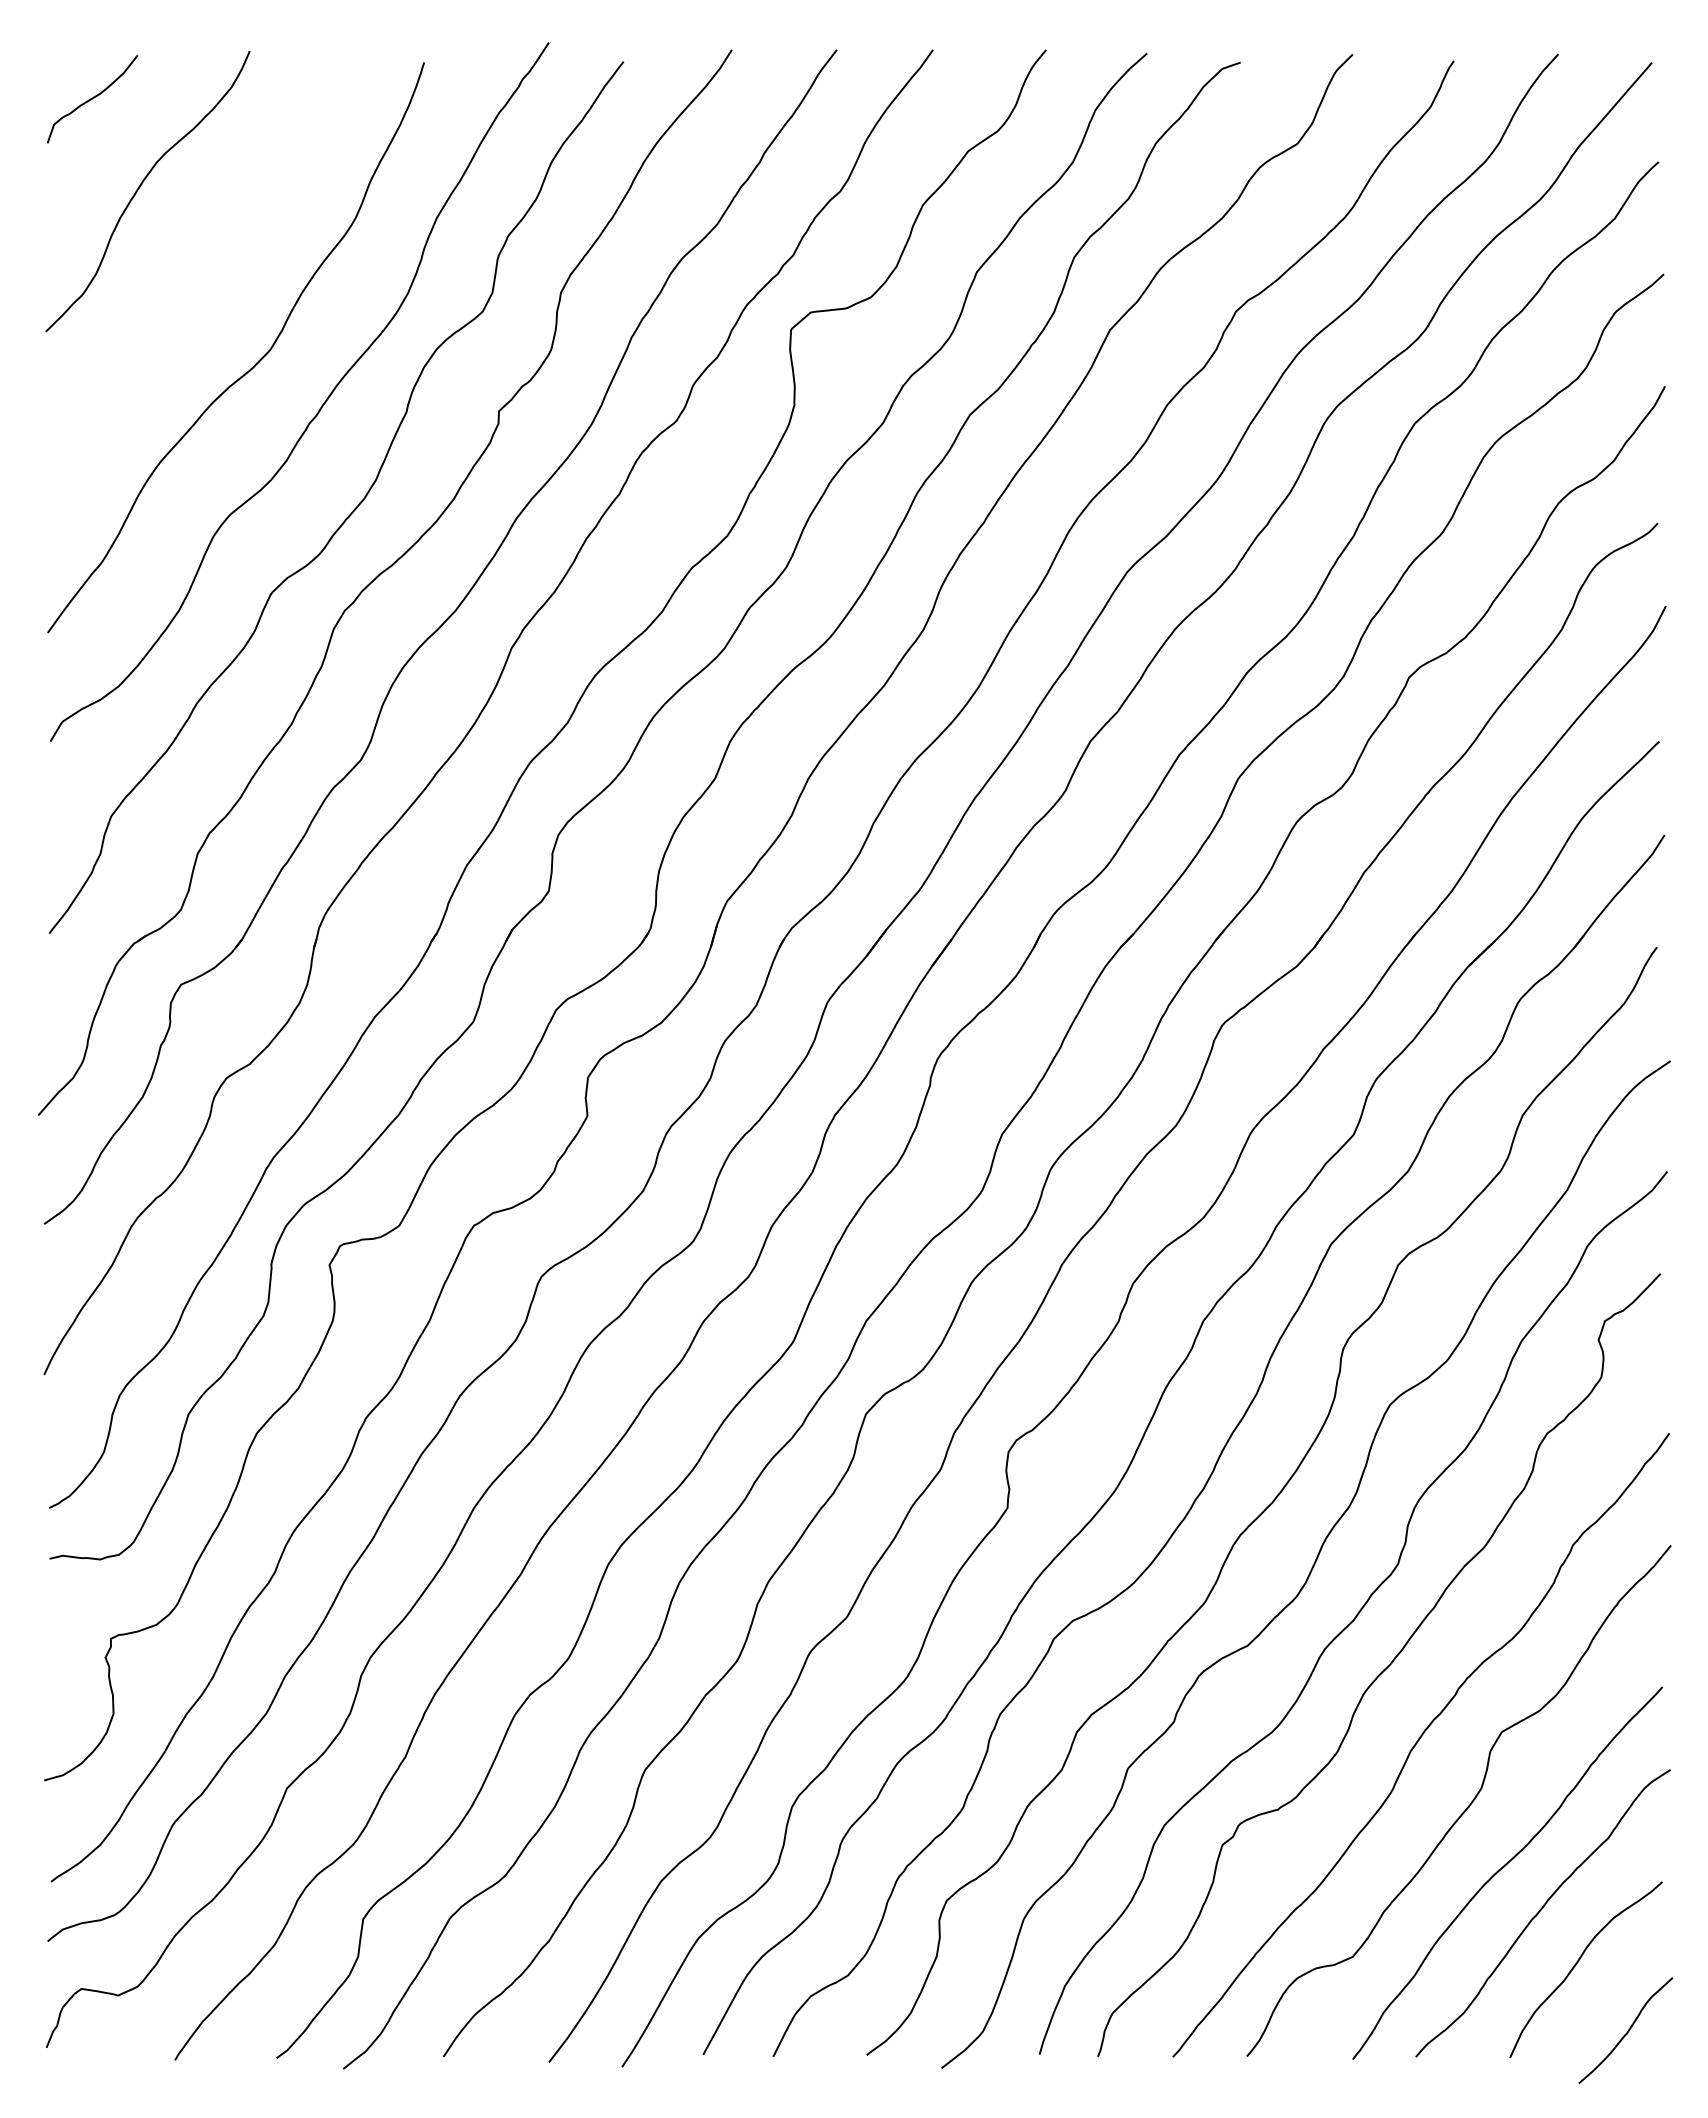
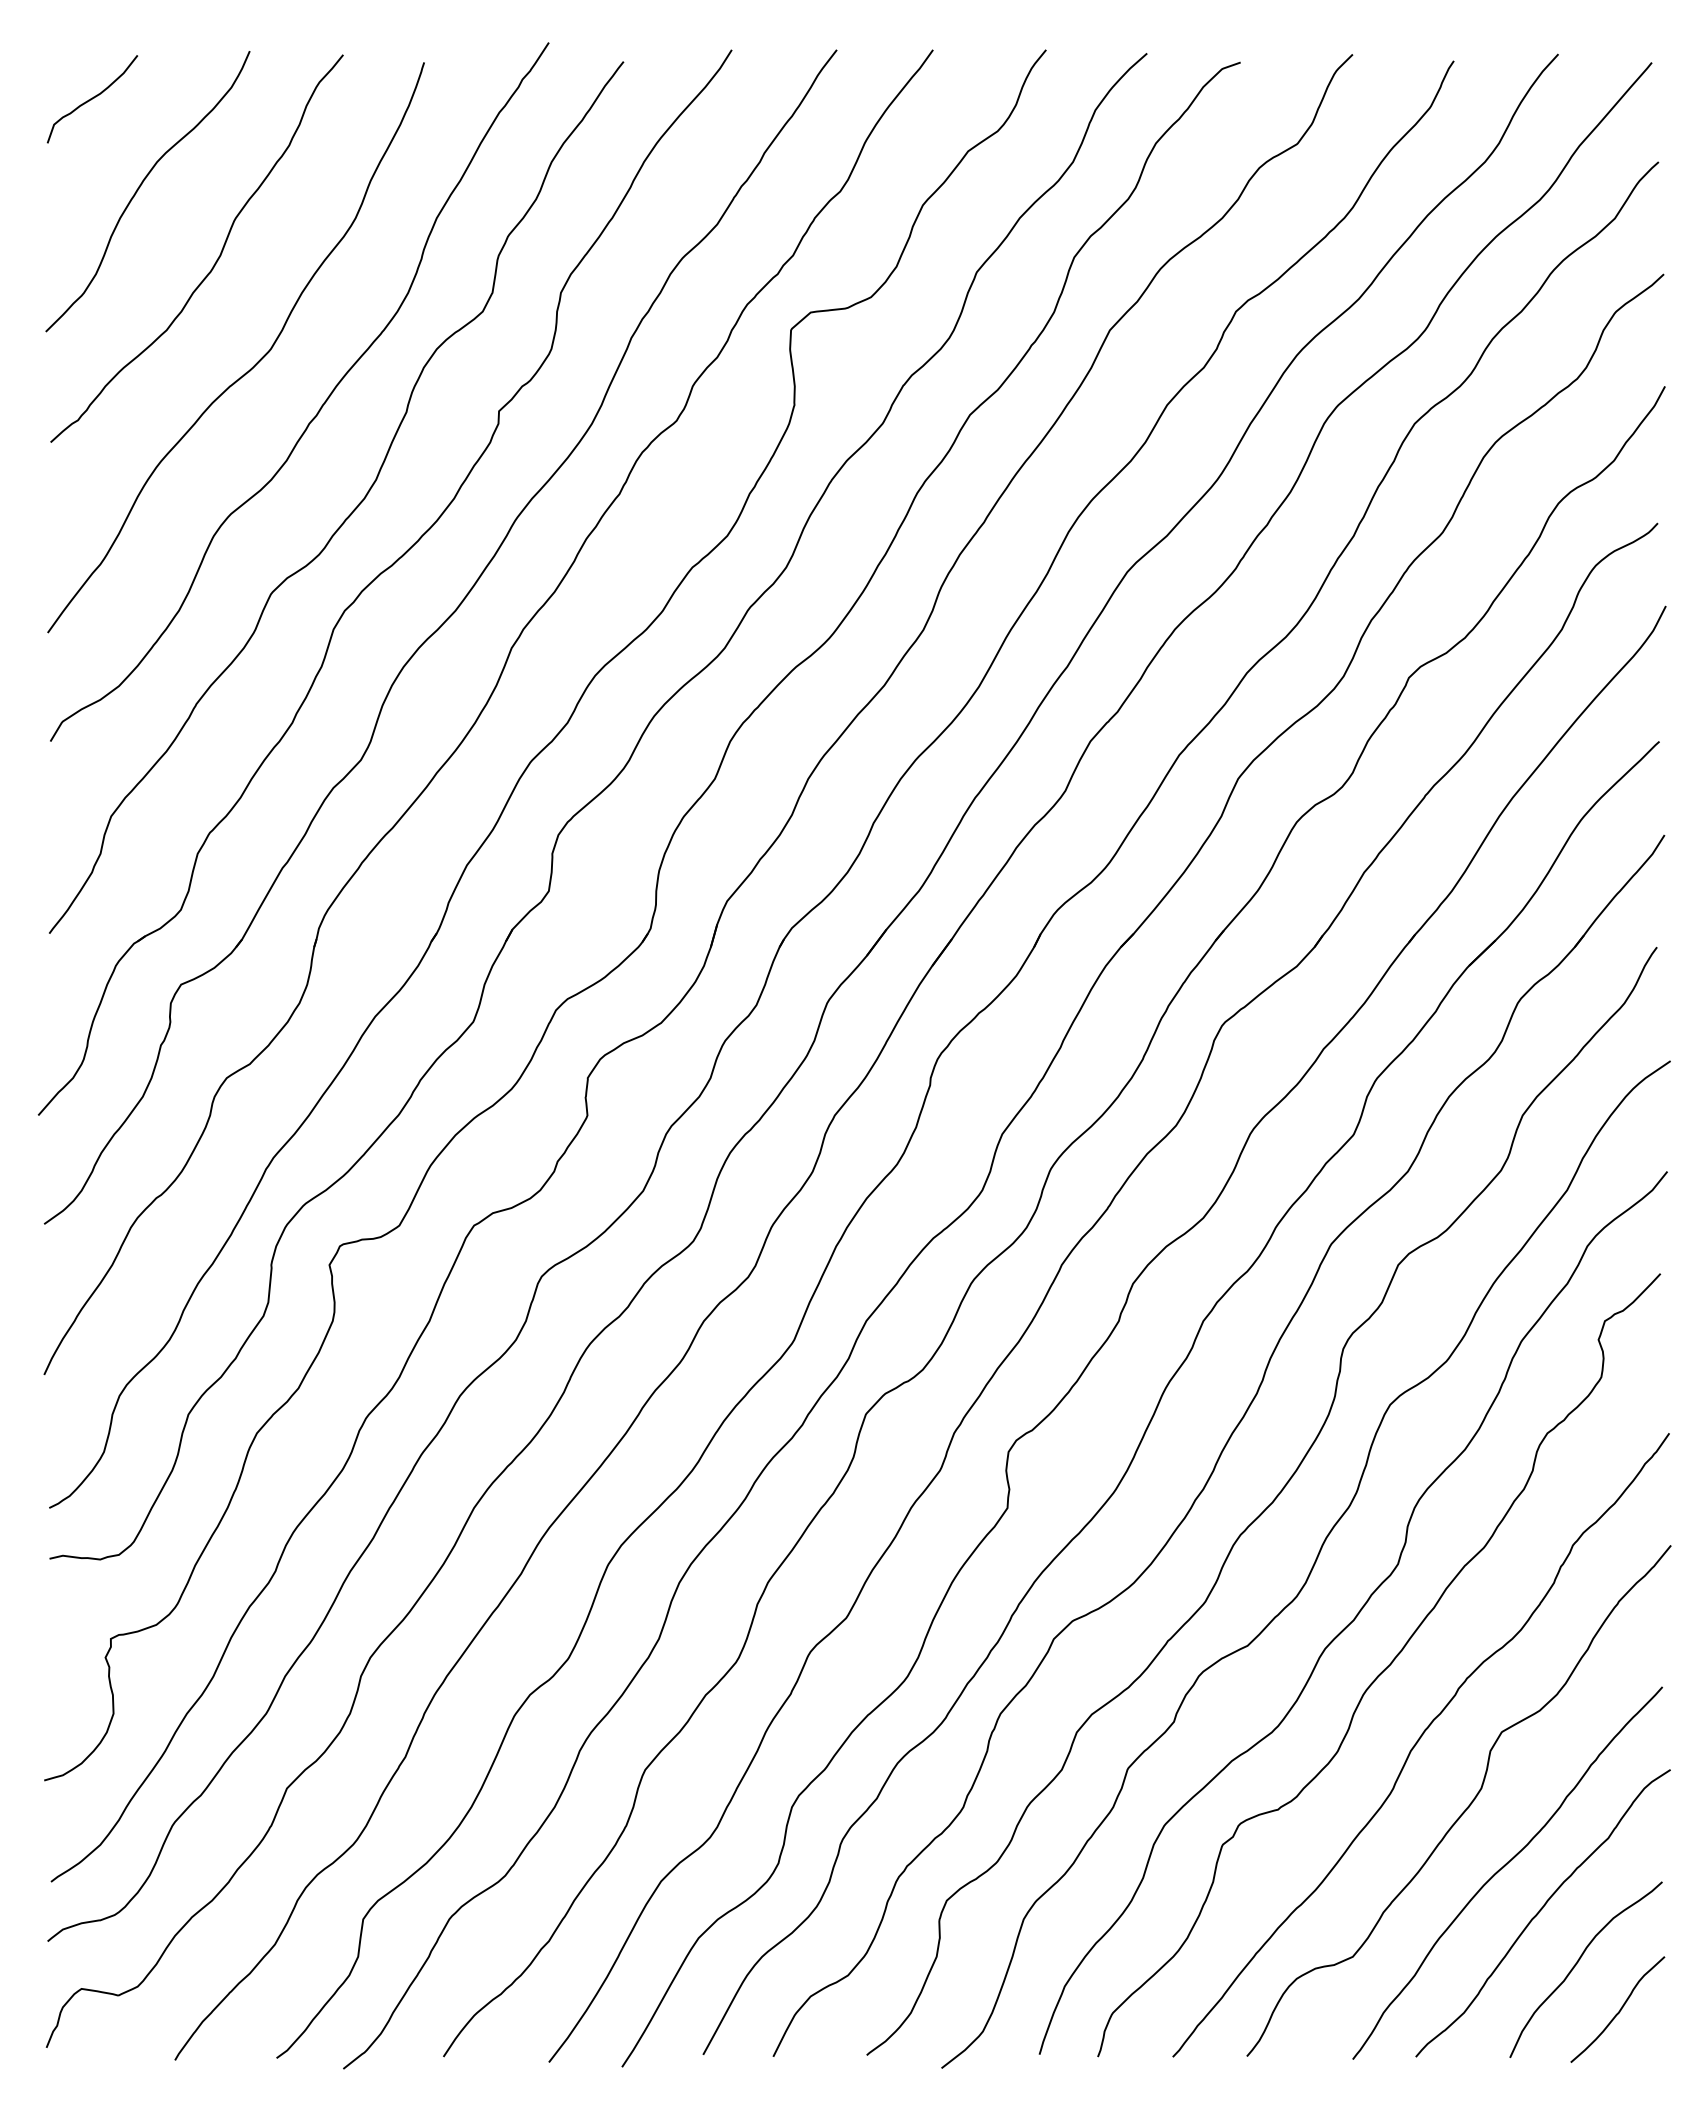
curve at (216, 259): none -> present
curve at (1627, 2030) position: (1627, 2030) -> (1619, 2009)
